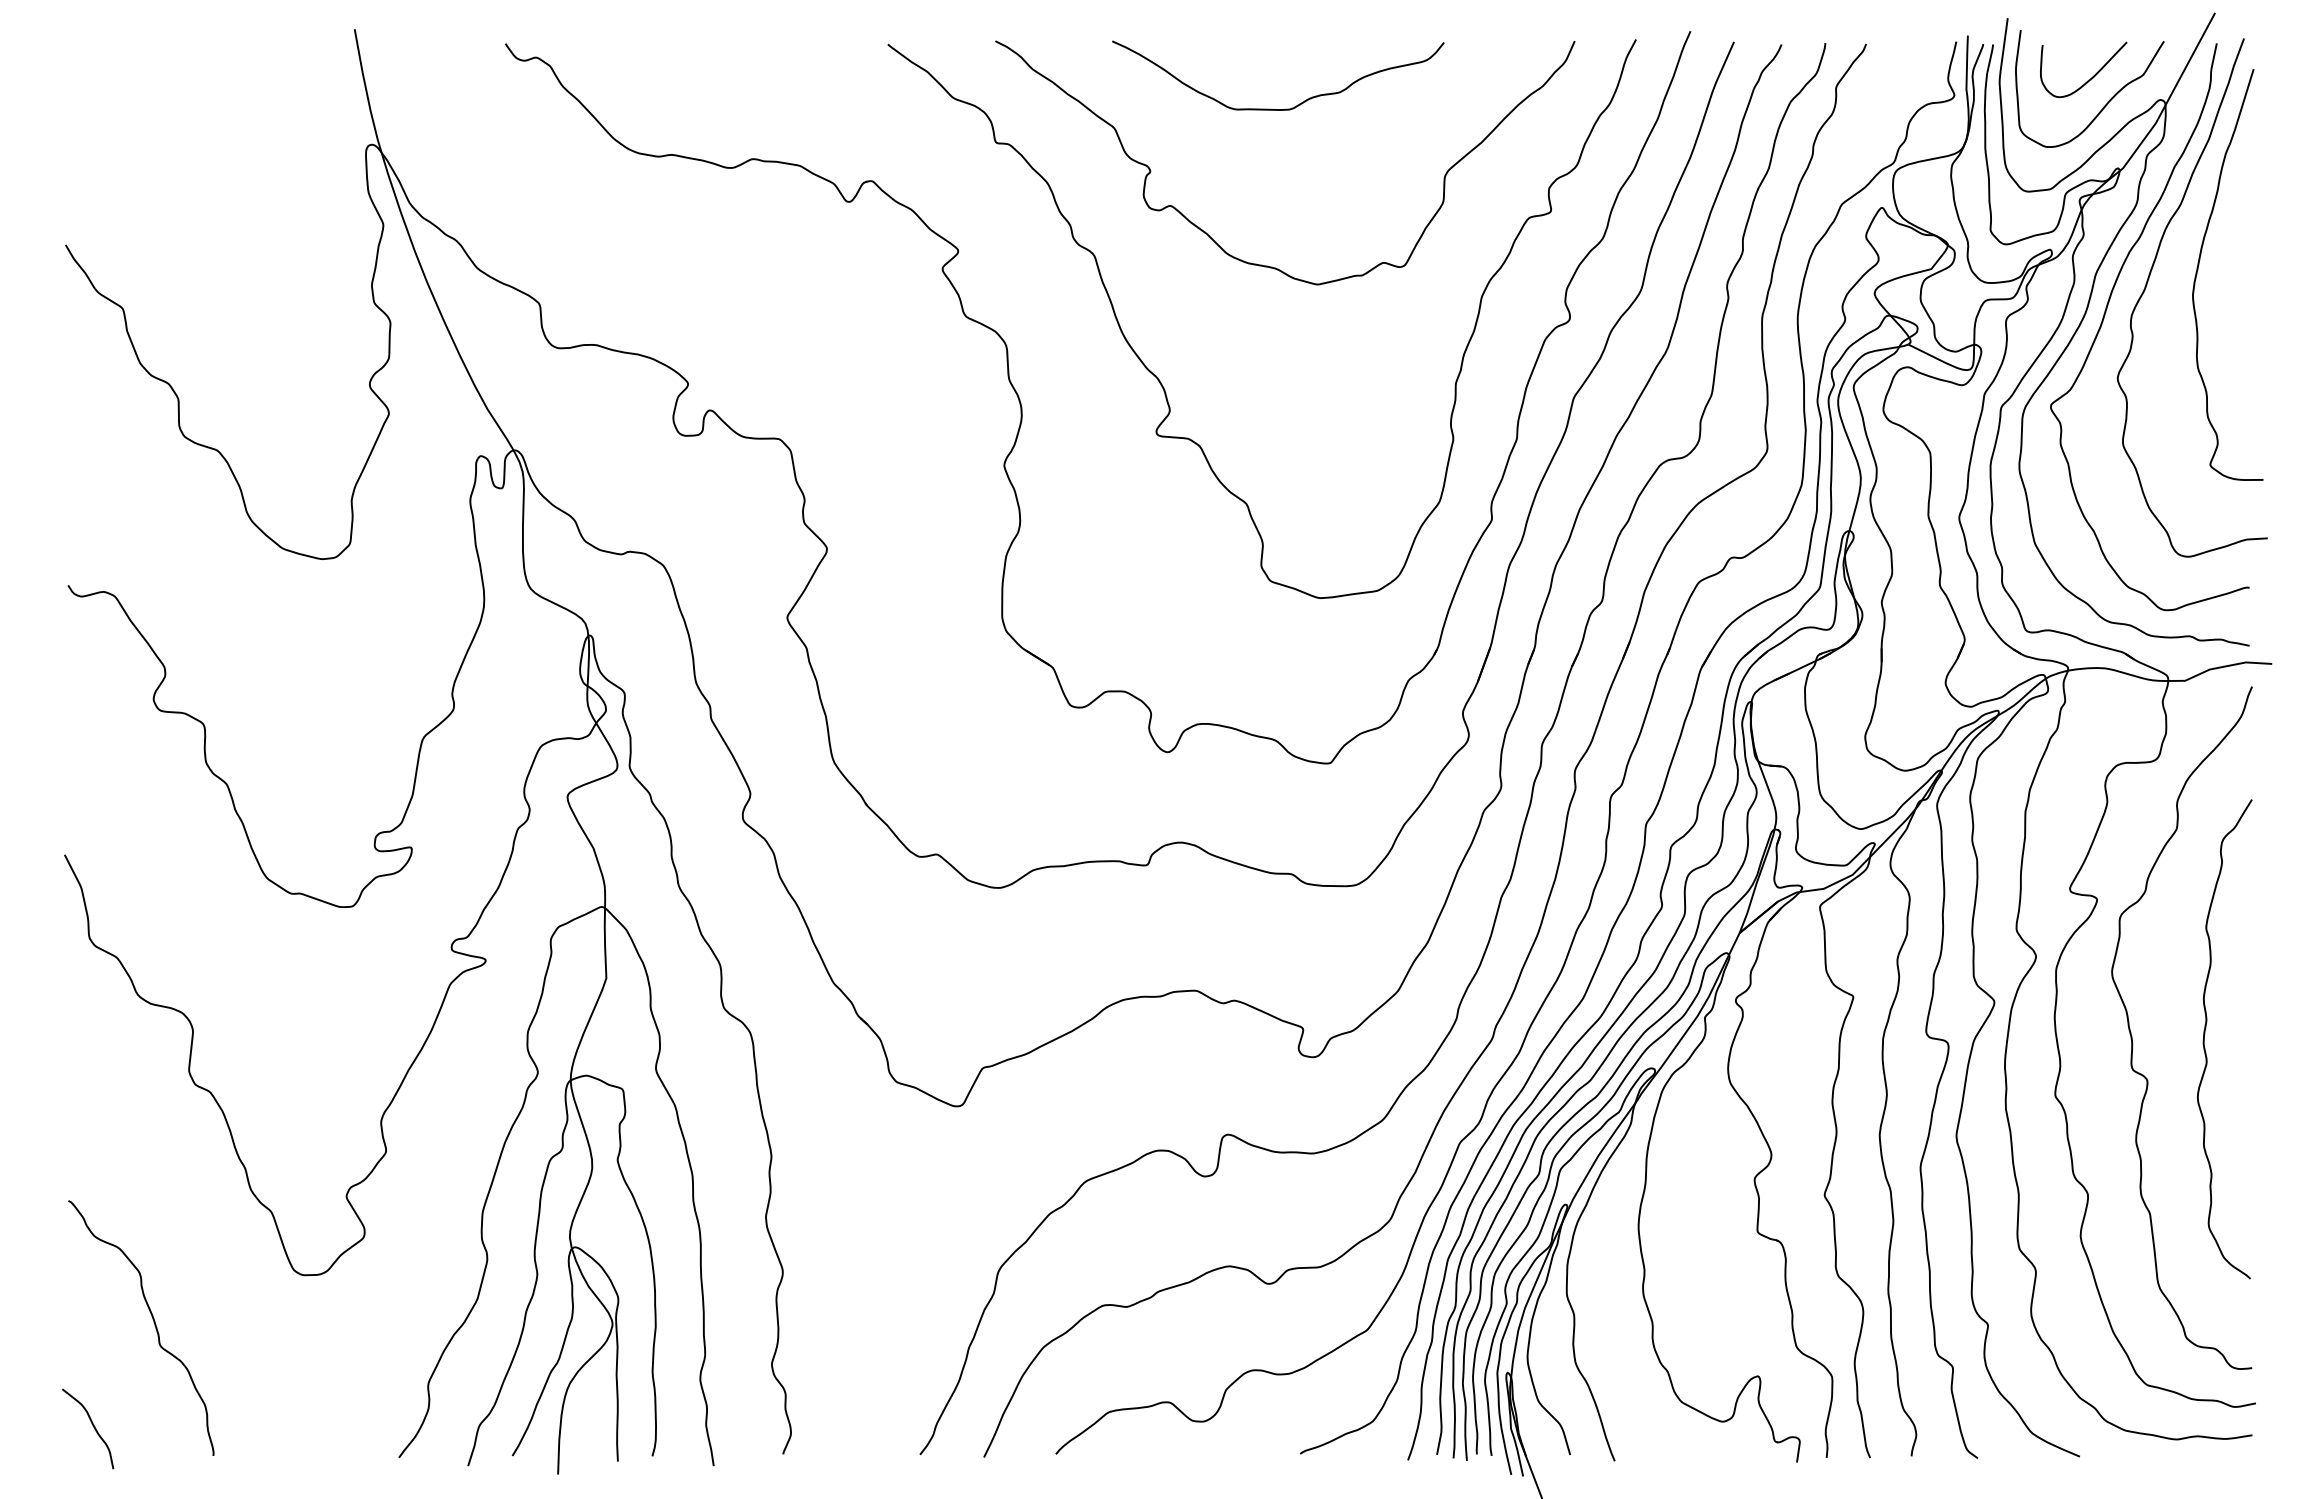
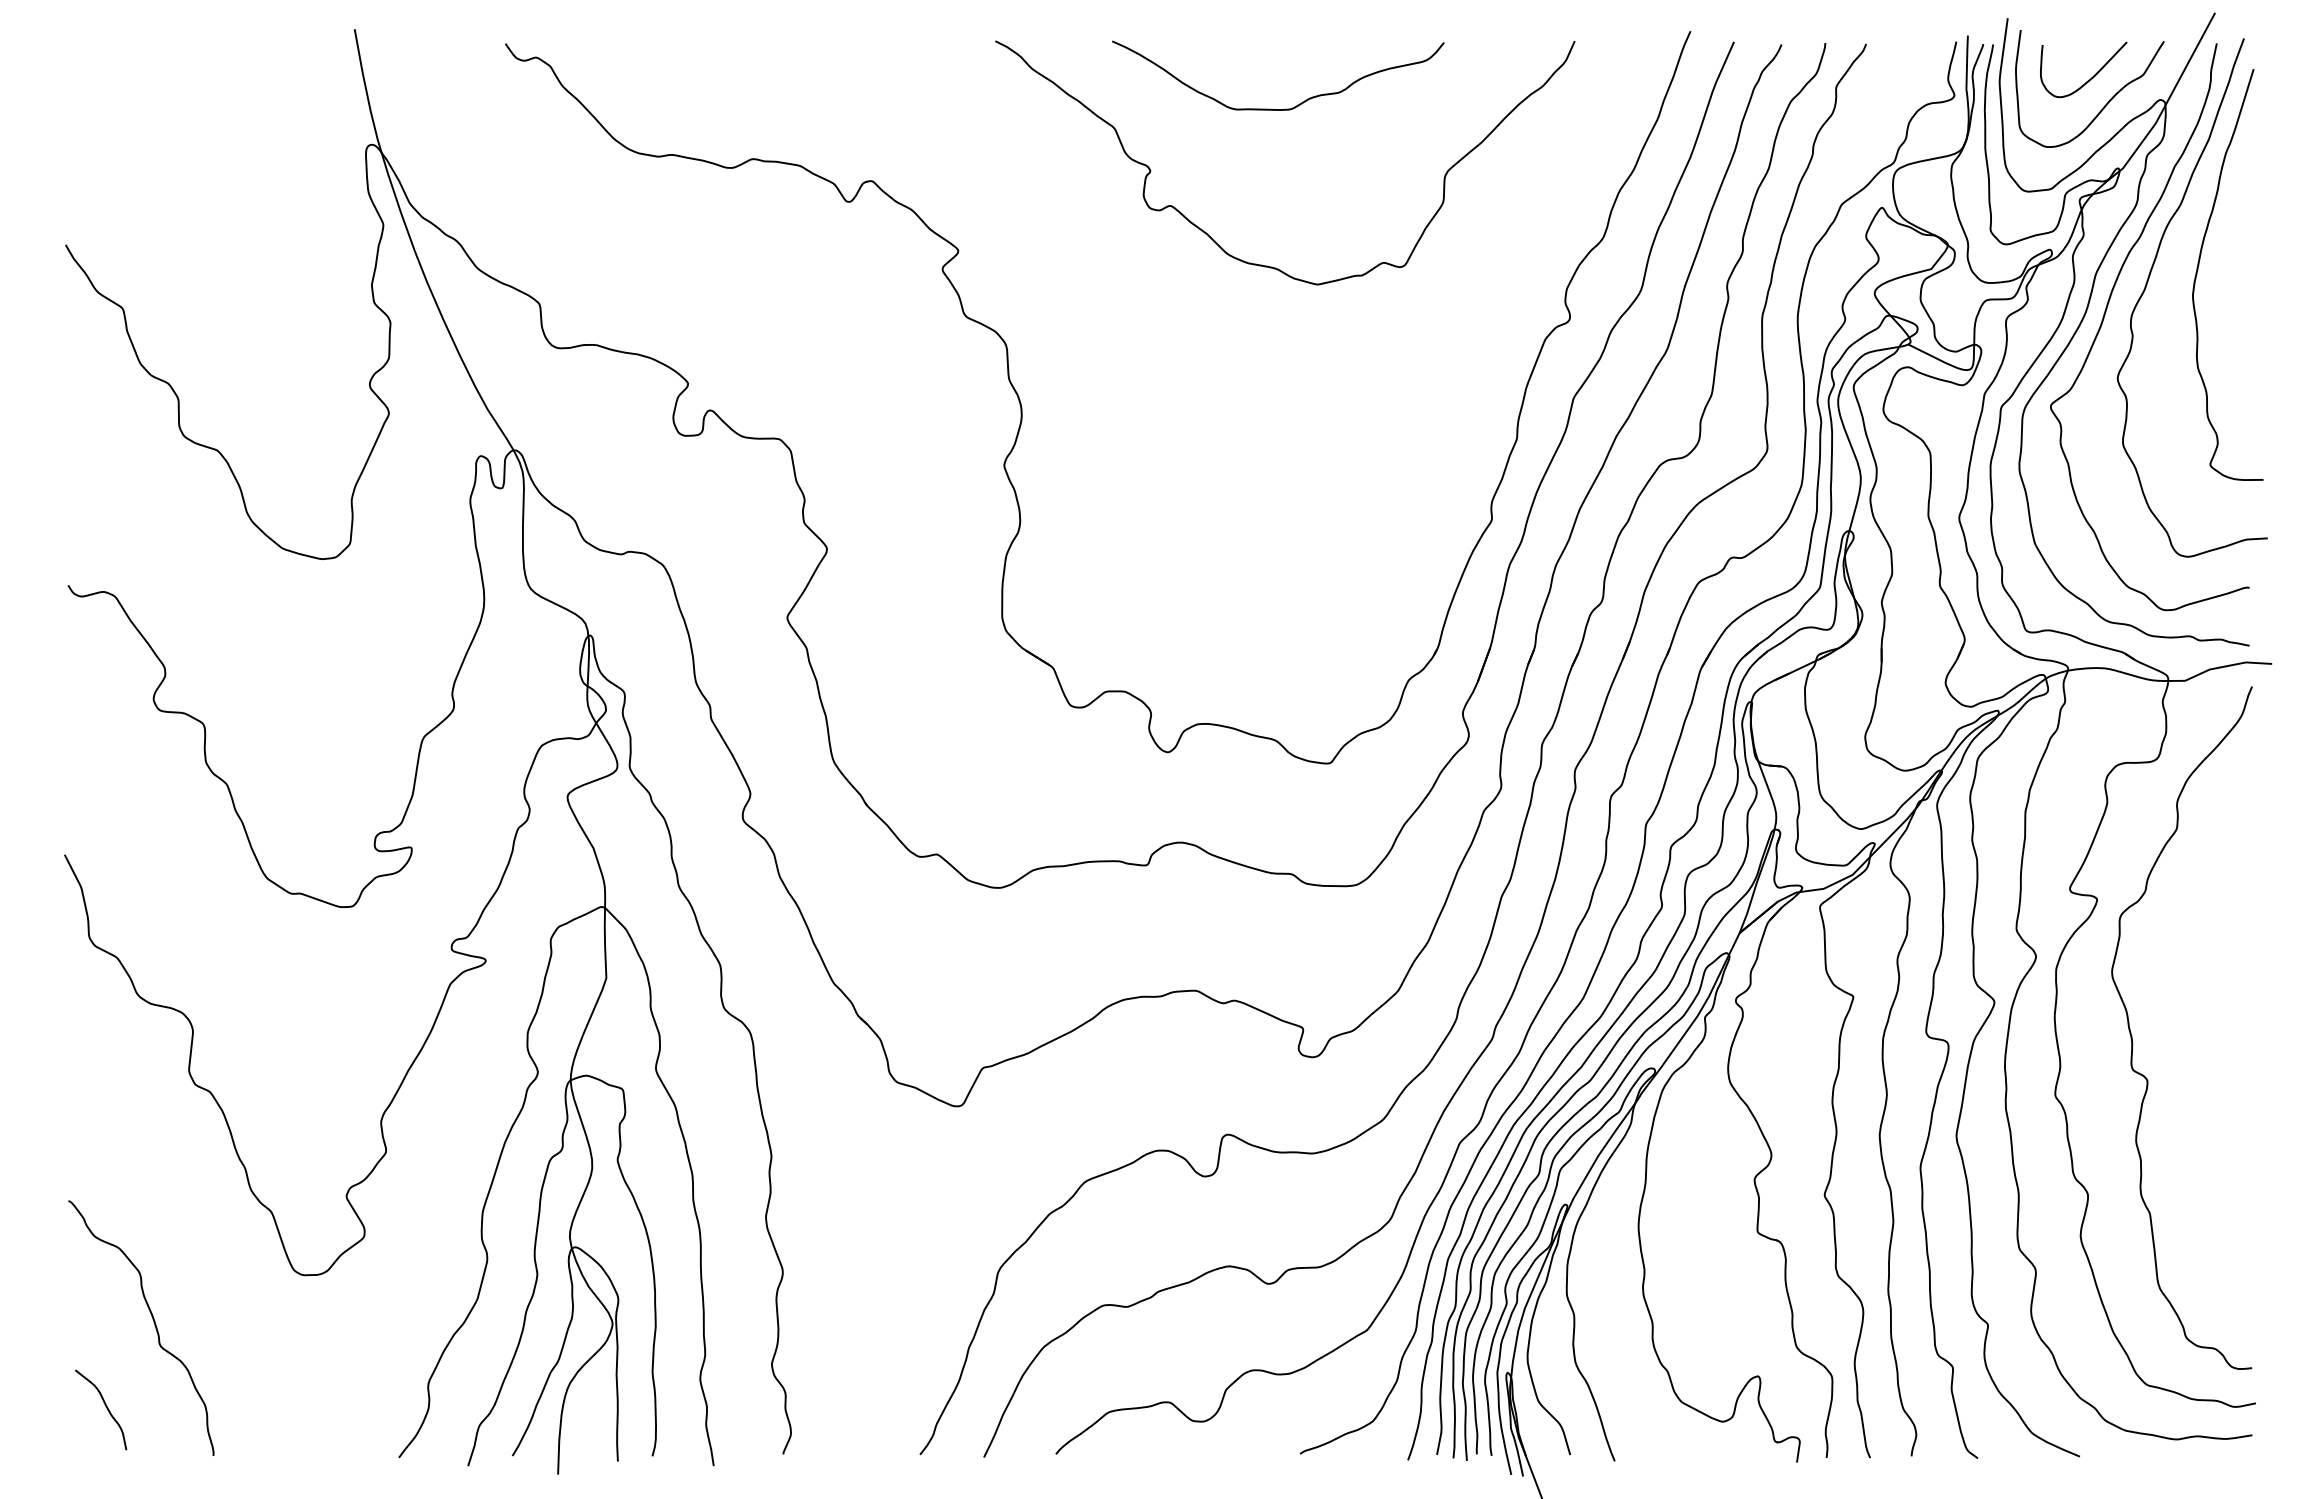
curve at (1160, 380): present -> none
curve at (2205, 1033): present -> none
curve at (92, 1425) position: (92, 1425) -> (105, 1406)
